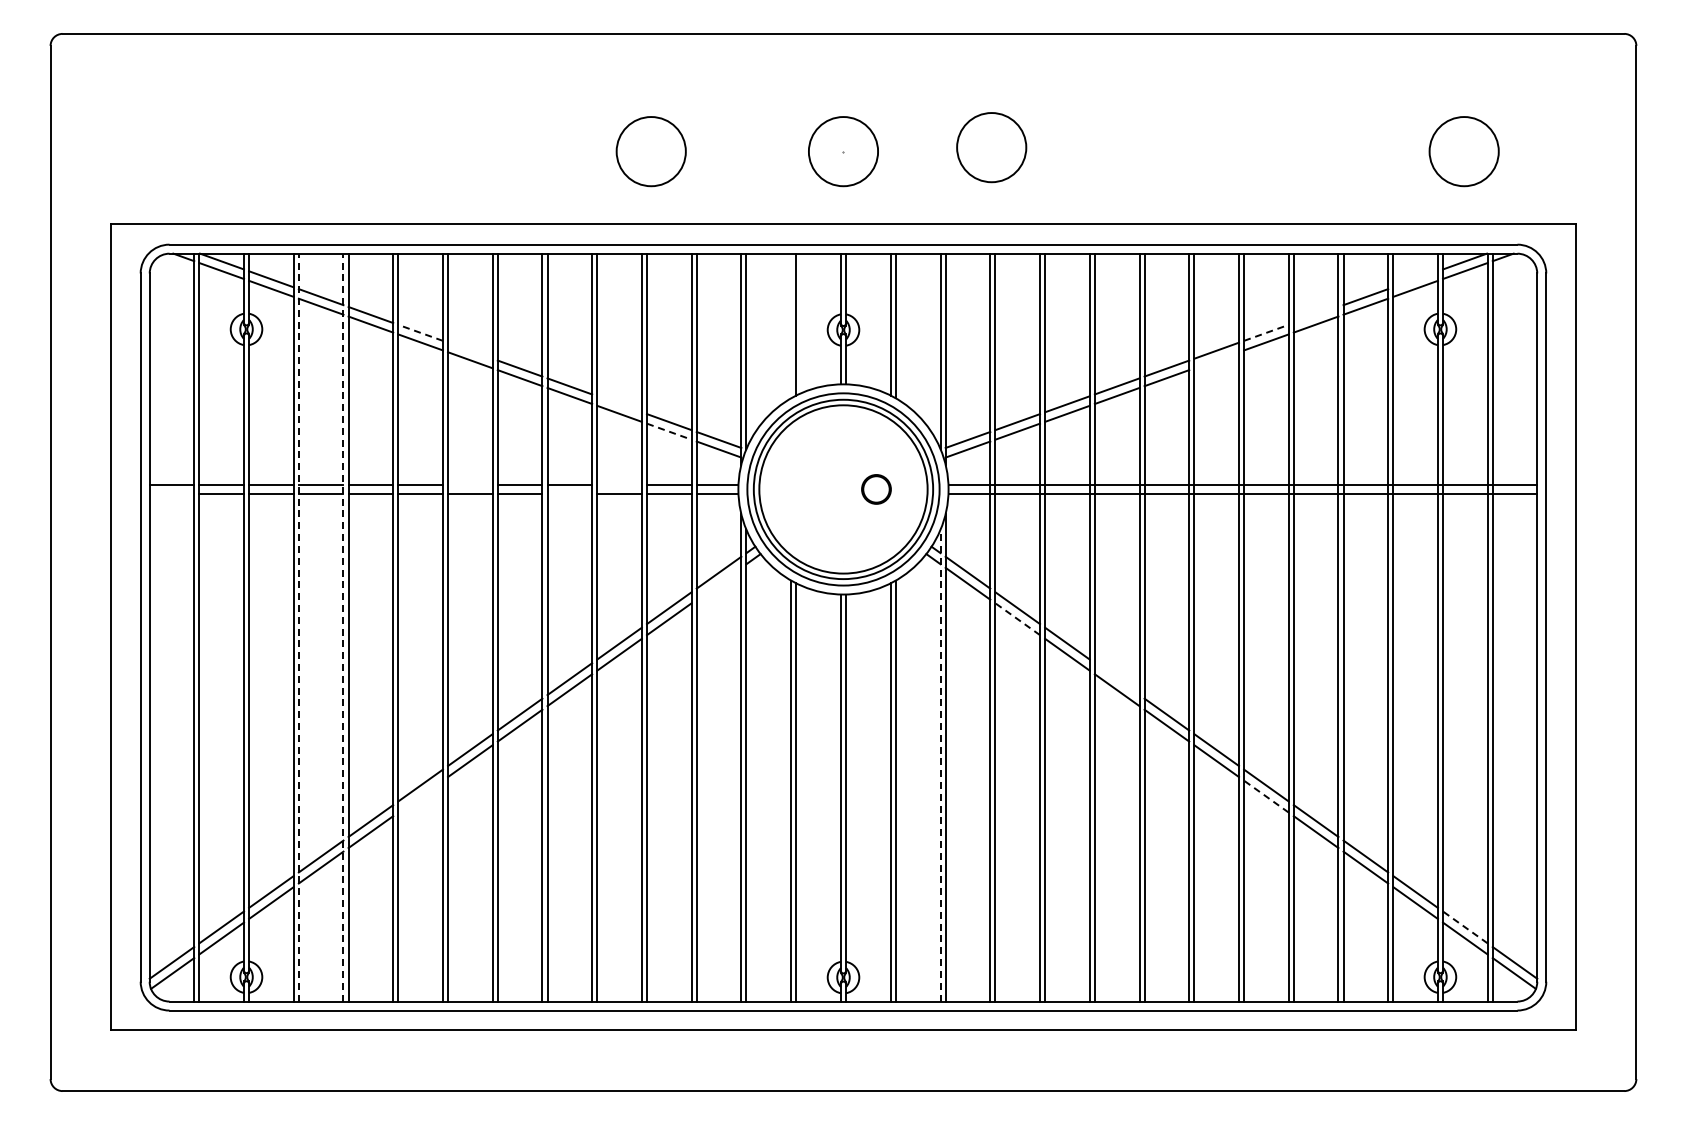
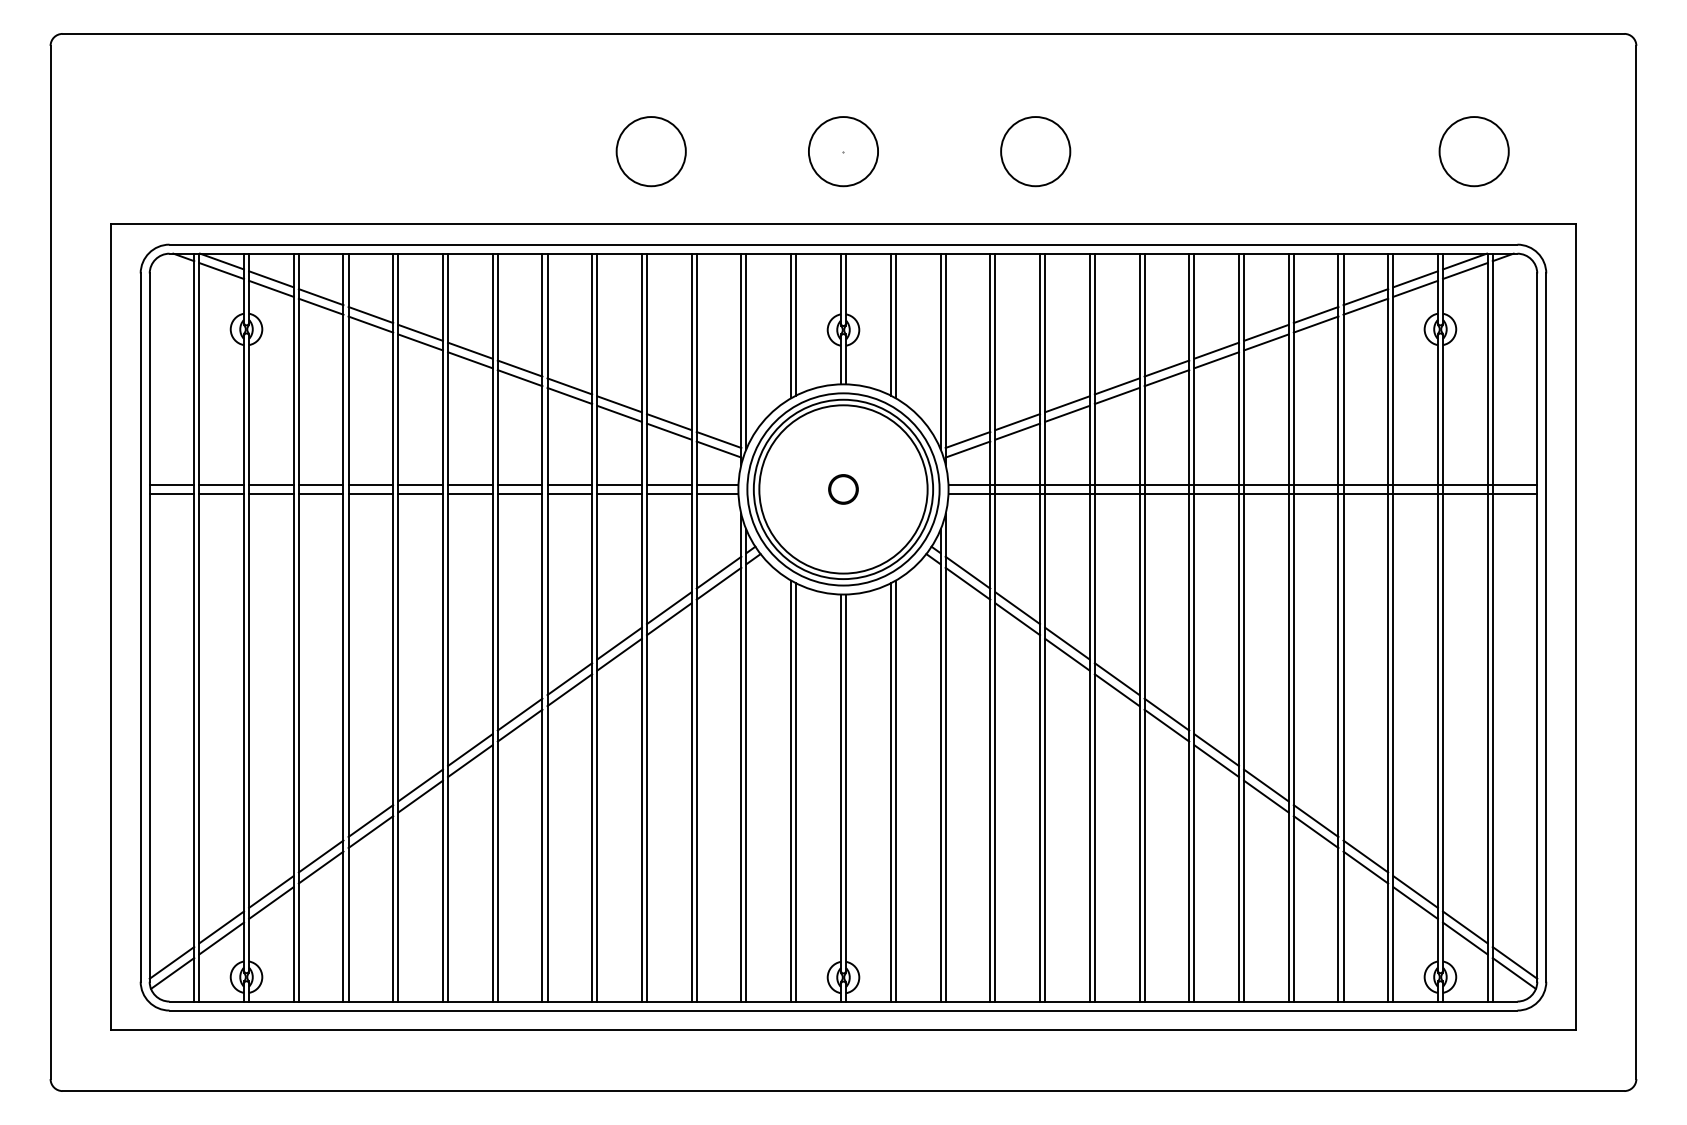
circle at (991, 147) position: (991, 147) -> (1035, 151)
circle at (1463, 151) position: (1463, 151) -> (1473, 151)
line at (1415, 279): none -> present
line at (1315, 314): none -> present
line at (791, 325): none -> present
line at (420, 332): dashed -> solid
line at (1266, 332): dashed -> solid
line at (470, 350): none -> present
line at (1216, 360): none -> present
line at (619, 404): none -> present
line at (669, 431): dashed -> solid
line at (470, 484): none -> present
line at (619, 484): none -> present
circle at (876, 489) position: (876, 489) -> (843, 489)
line at (171, 493): none -> present
line at (569, 493): none -> present
line at (718, 583): none -> present
line at (1017, 618): dashed -> solid
line at (298, 627): dashed -> solid
line at (343, 627): dashed -> solid
line at (1116, 679): none -> present
line at (940, 765): dashed -> solid
line at (420, 796): none -> present
line at (1265, 796): dashed -> solid
line at (1464, 927): dashed -> solid
